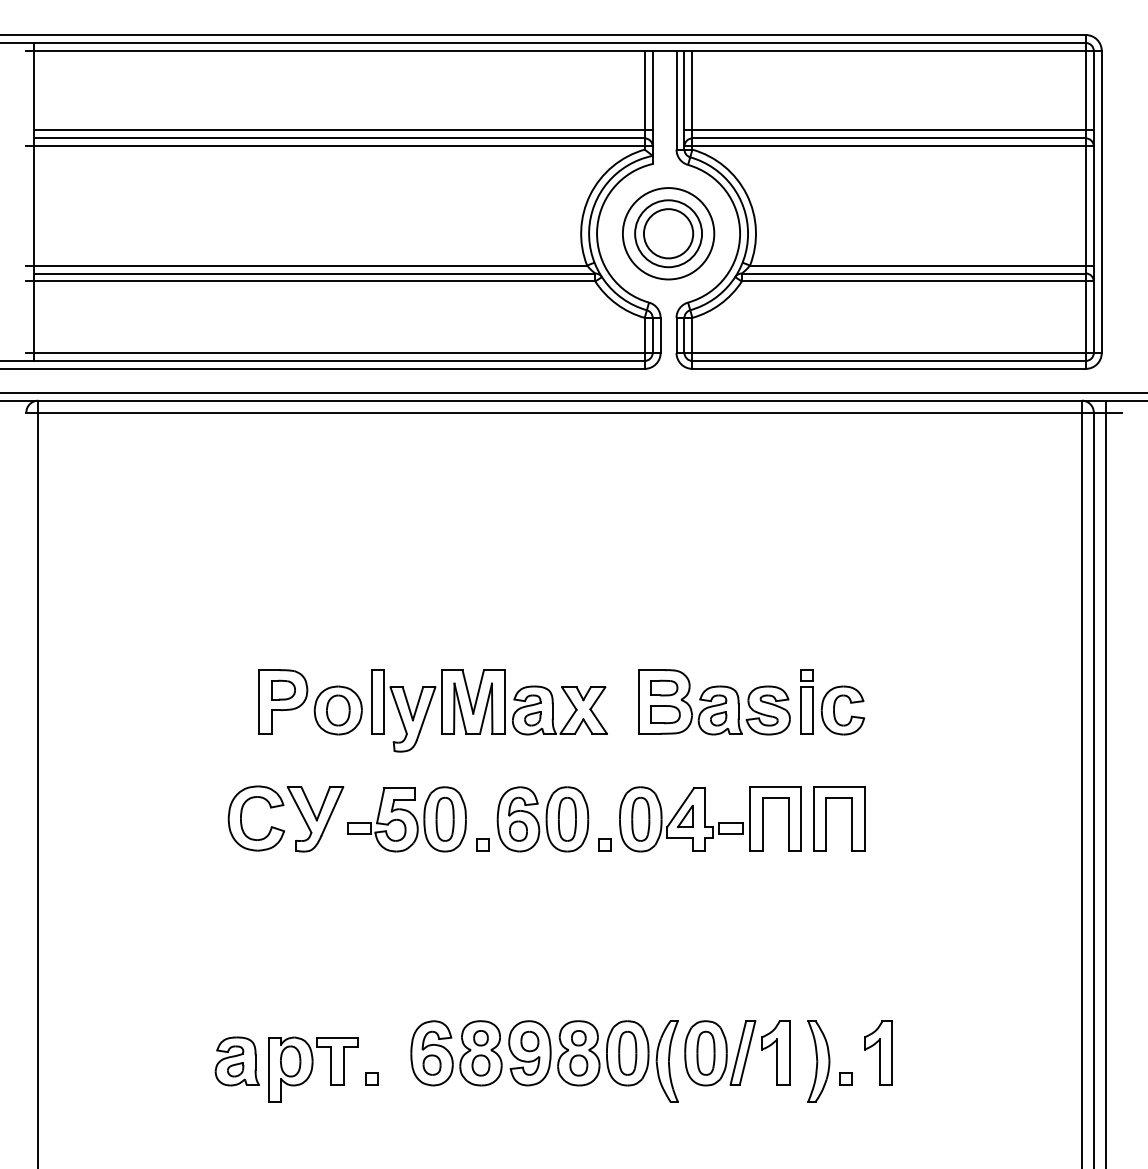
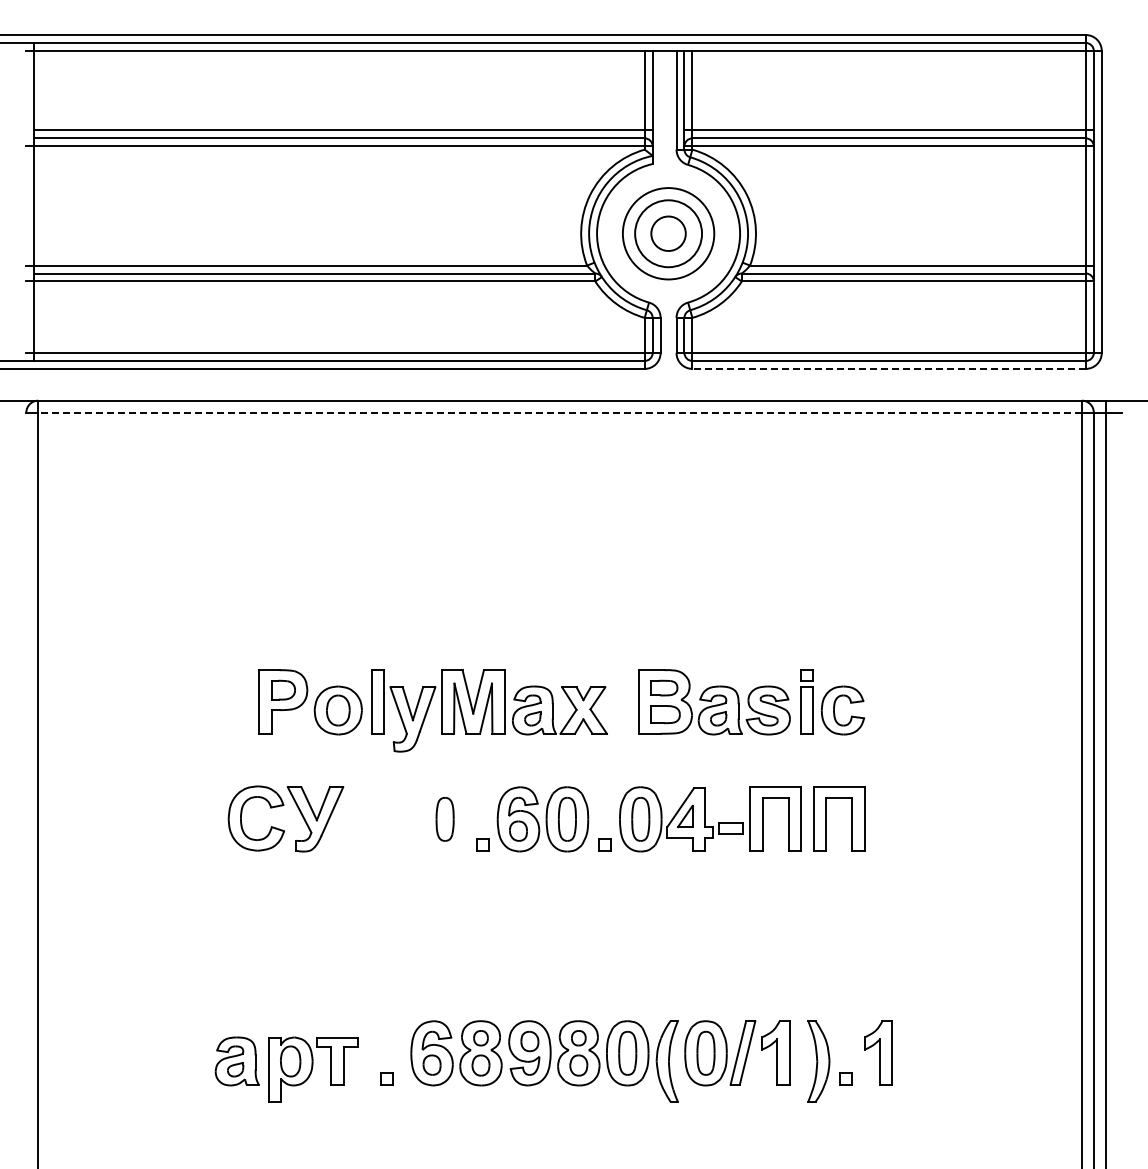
circle at (668, 233) diameter: 49 px -> 34 px
line at (889, 368): solid -> dashed
line at (573, 392): present -> none
line at (560, 412): solid -> dashed
part at (406, 819): present -> none
part at (371, 1078) position: (371, 1078) -> (386, 1078)
